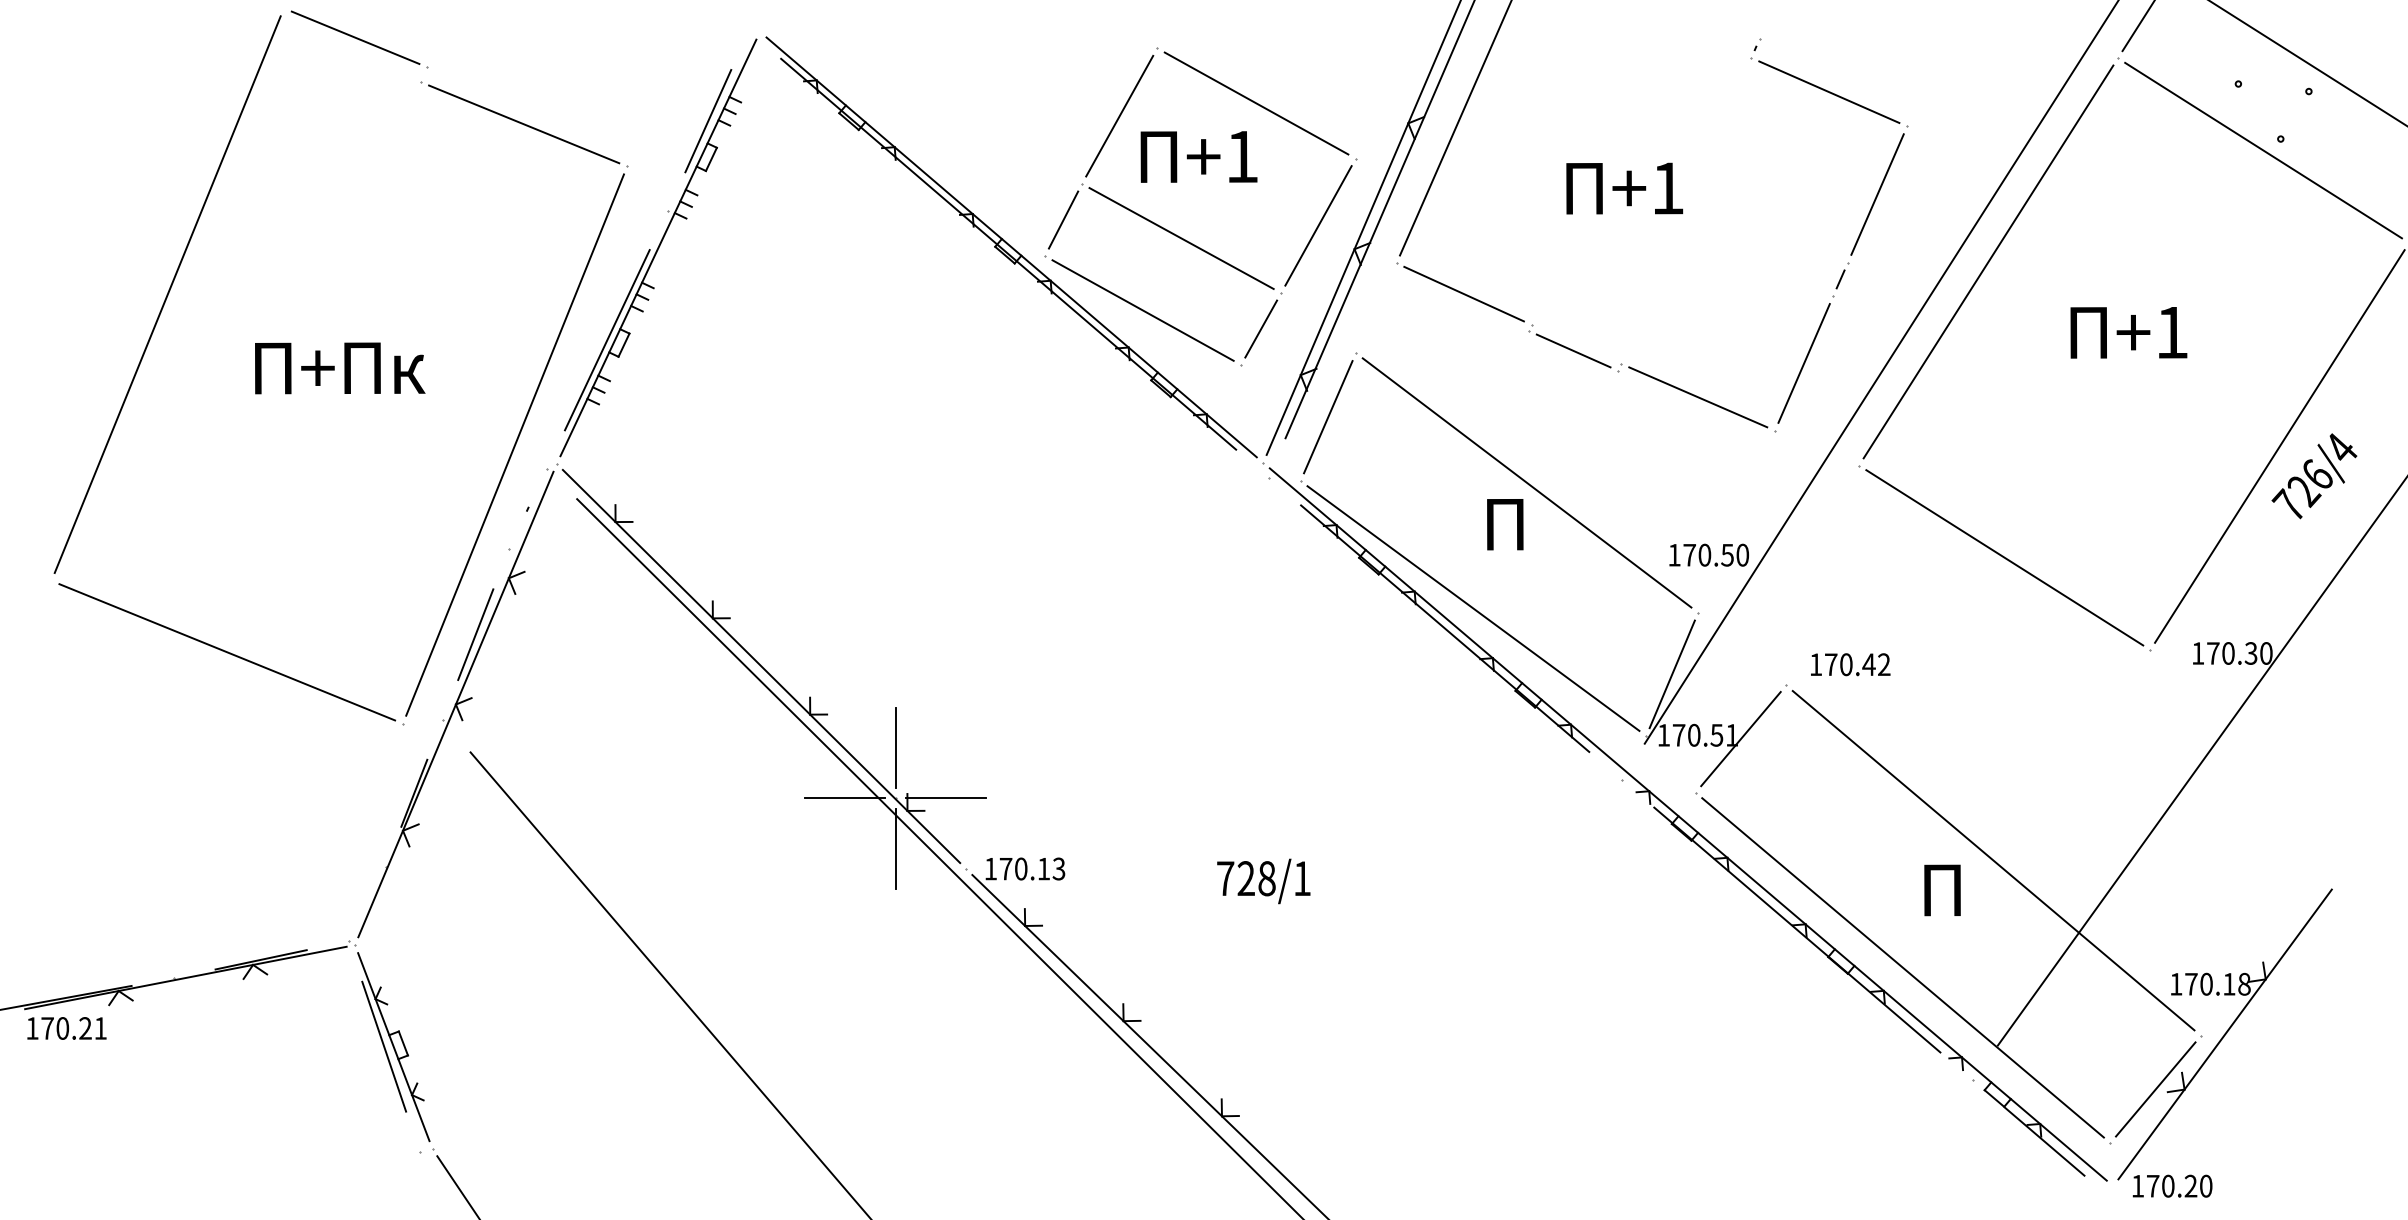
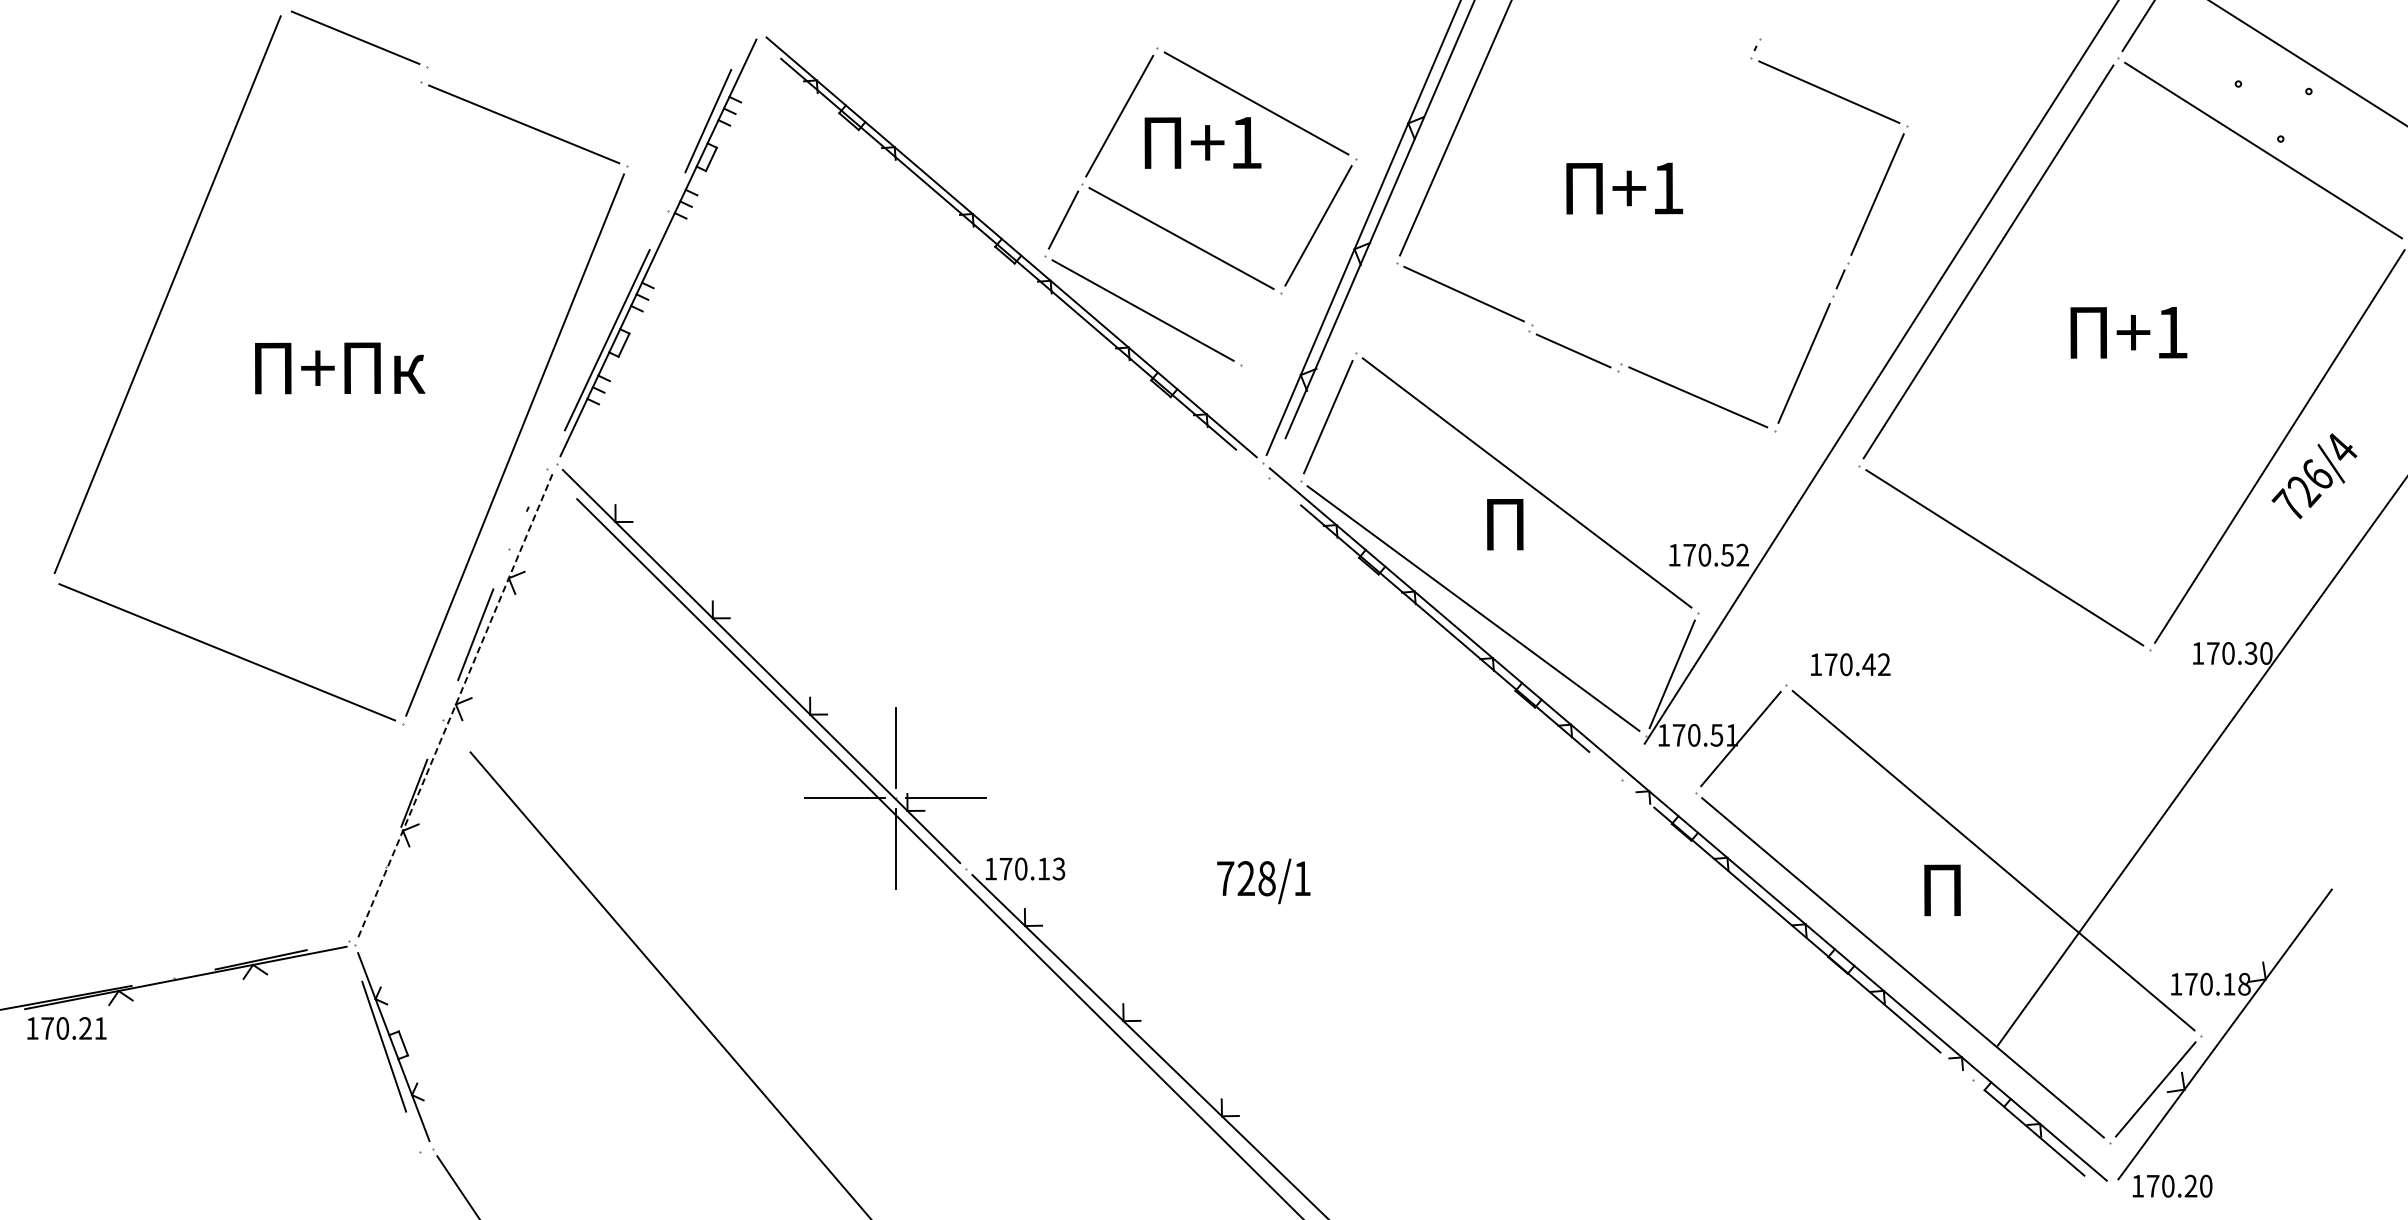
text at (1198, 156) position: (1198, 156) -> (1202, 142)
line at (1261, 328): present -> none
text at (1742, 554): 170.50 -> 170.52
line at (456, 704): solid -> dashed
